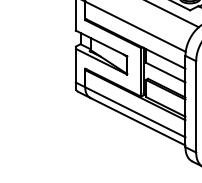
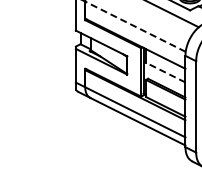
line at (135, 26): solid -> dashed
line at (165, 72): solid -> dashed
